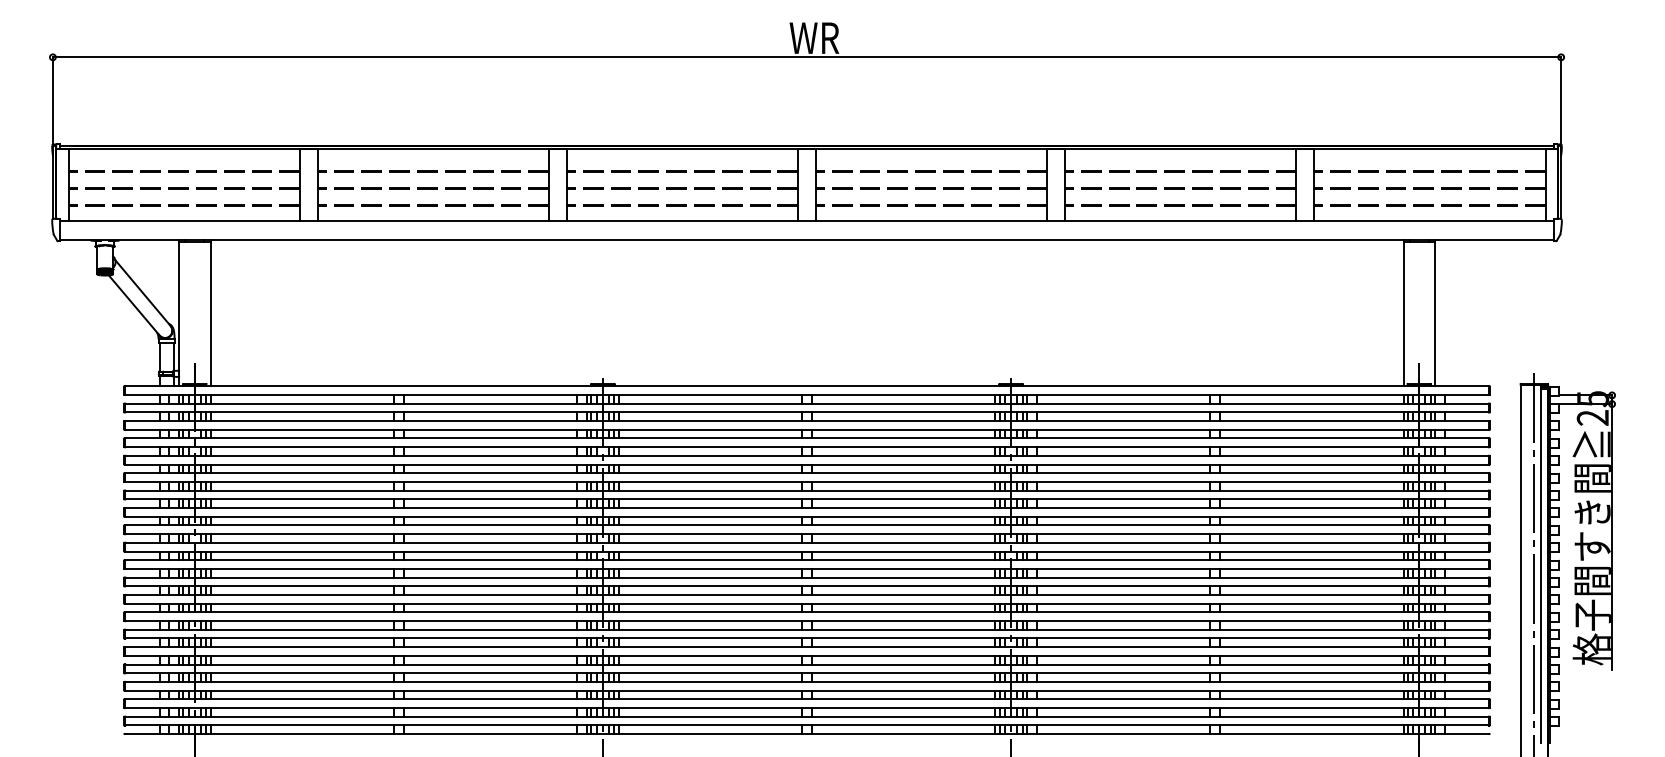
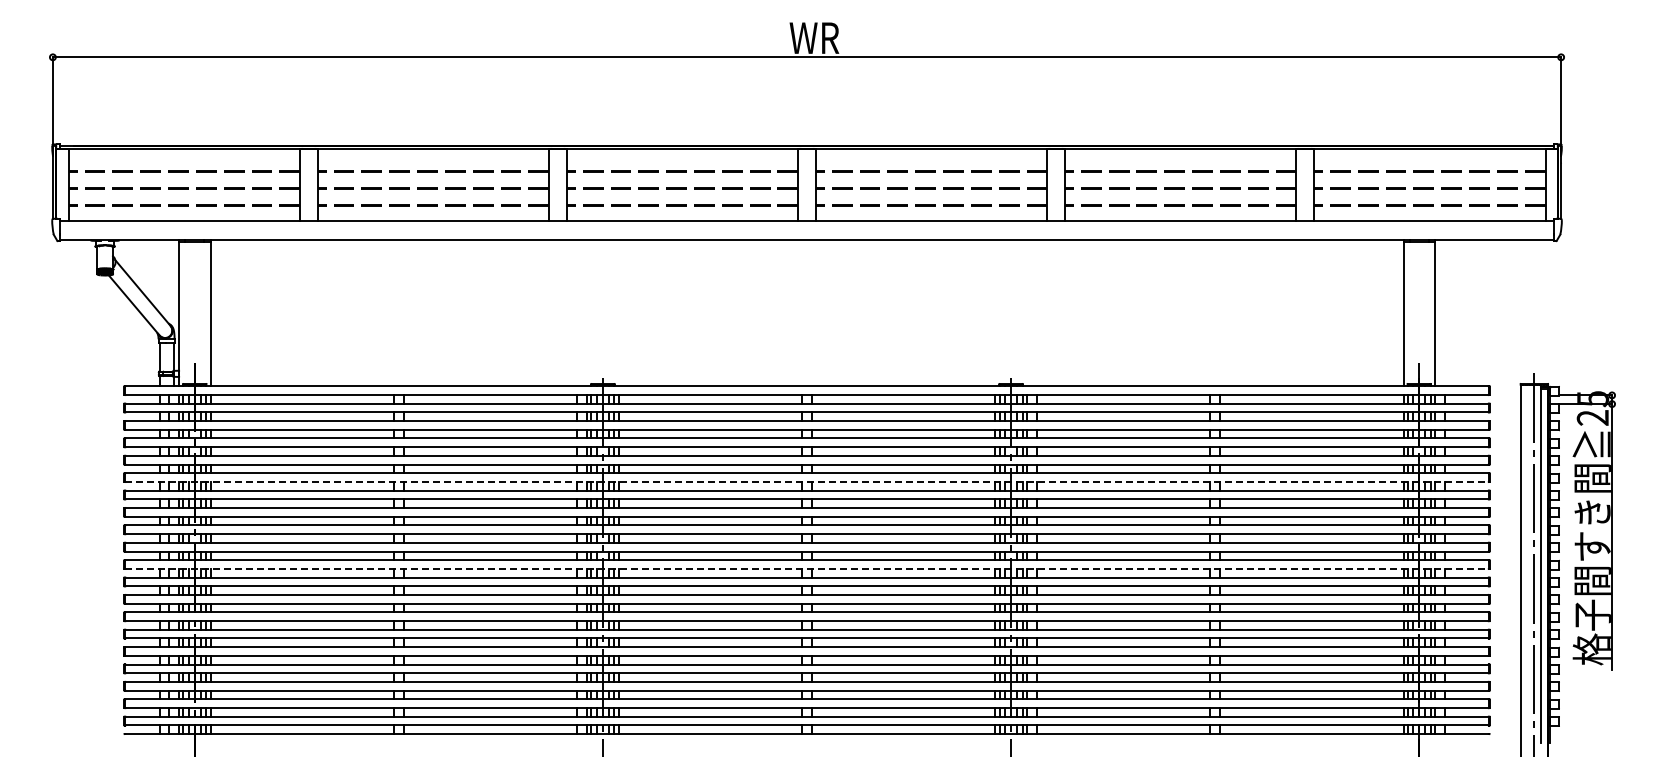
line at (807, 481): solid -> dashed
line at (807, 568): solid -> dashed
